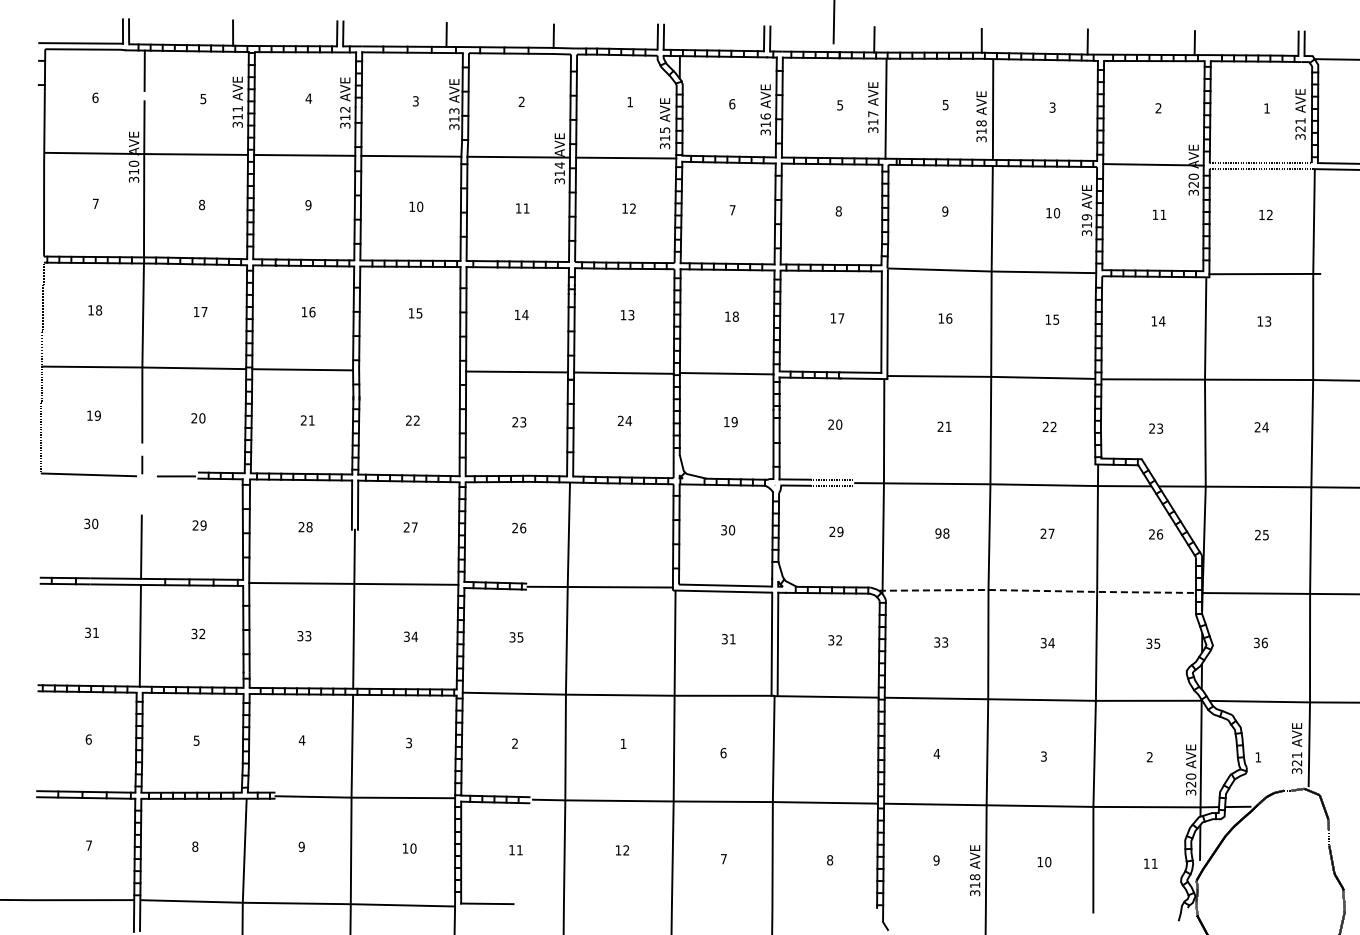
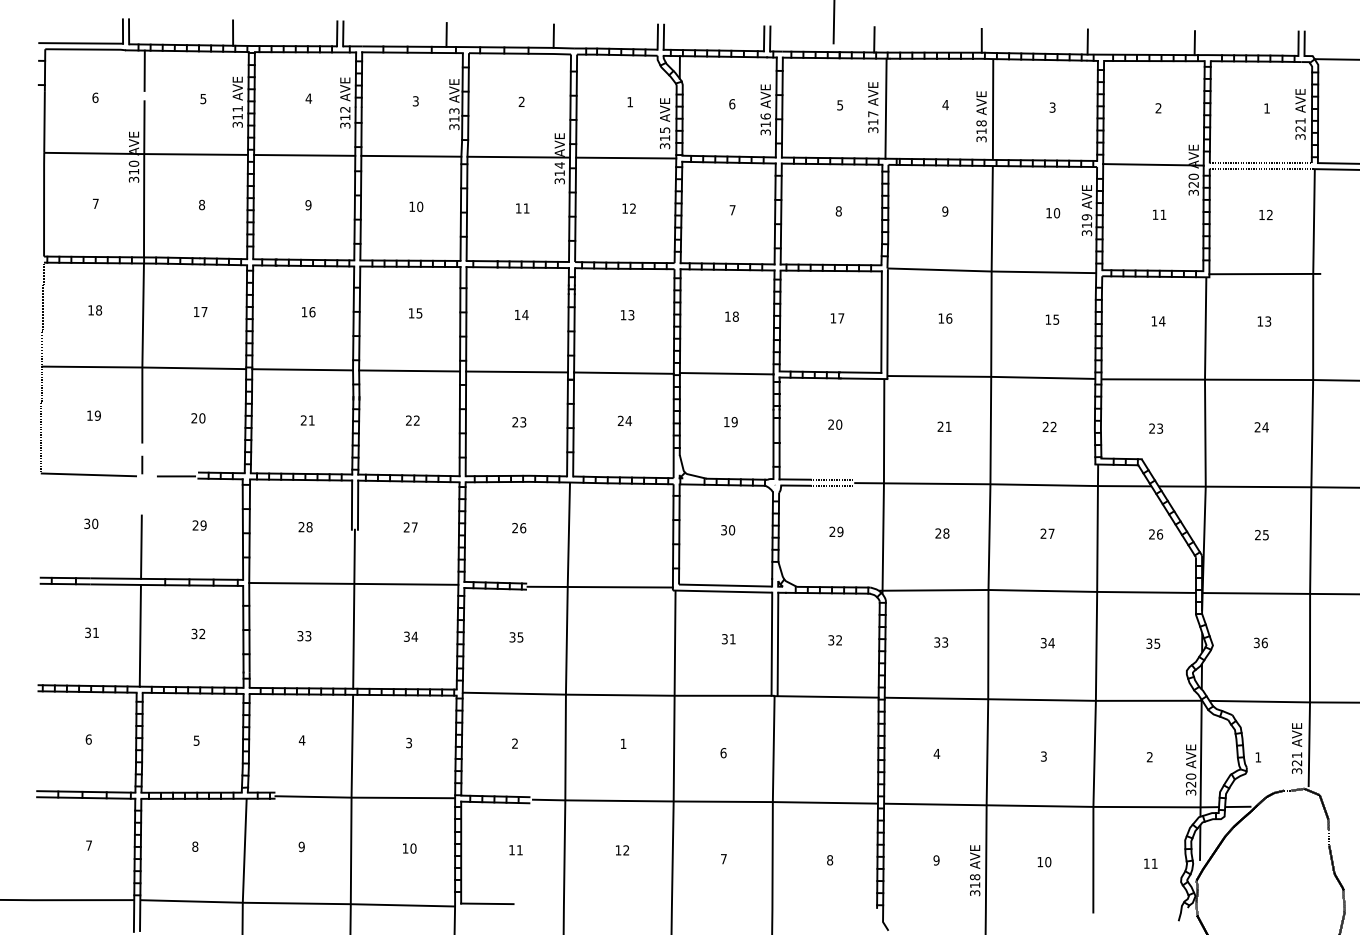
text at (945, 105): 5 -> 4
line at (409, 370): none -> present
text at (938, 533): 98 -> 28
line at (1037, 590): dashed -> solid
